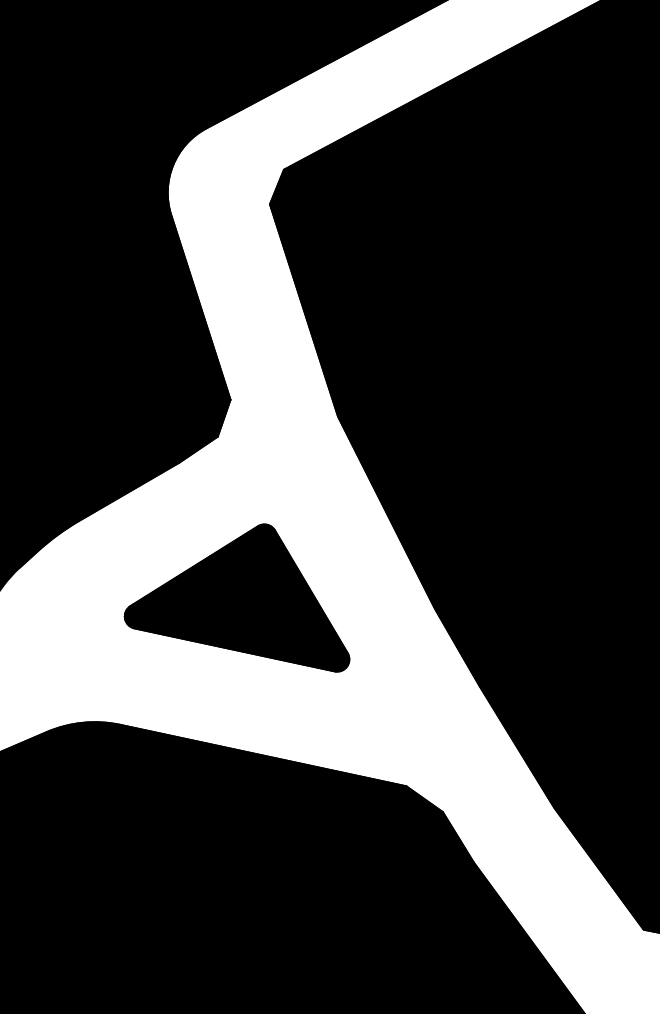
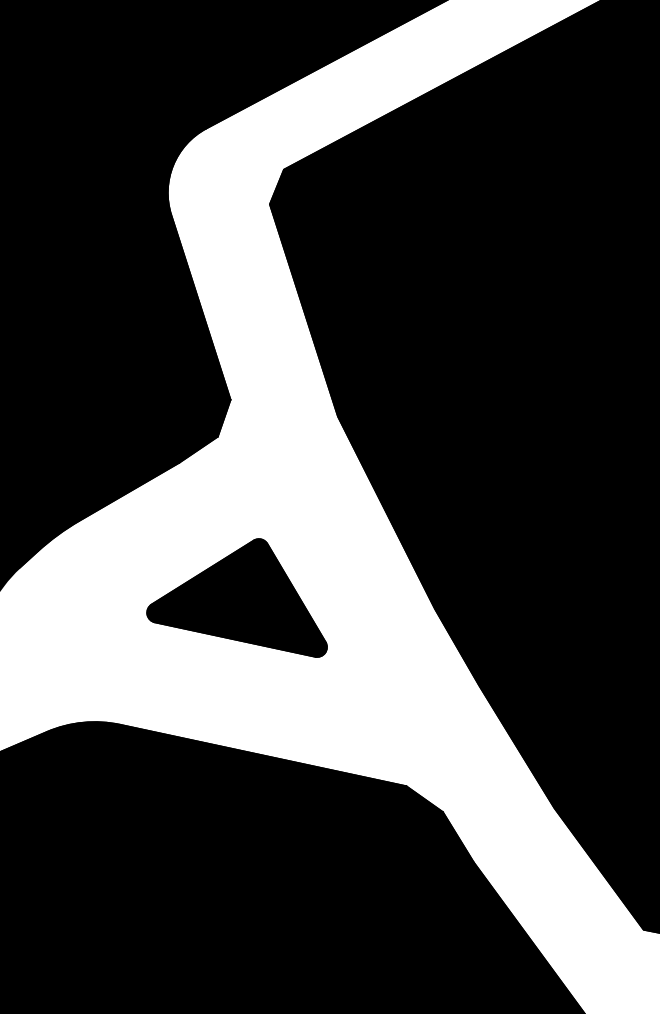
part at (236, 597) size: 228x150 px -> 182x120 px
